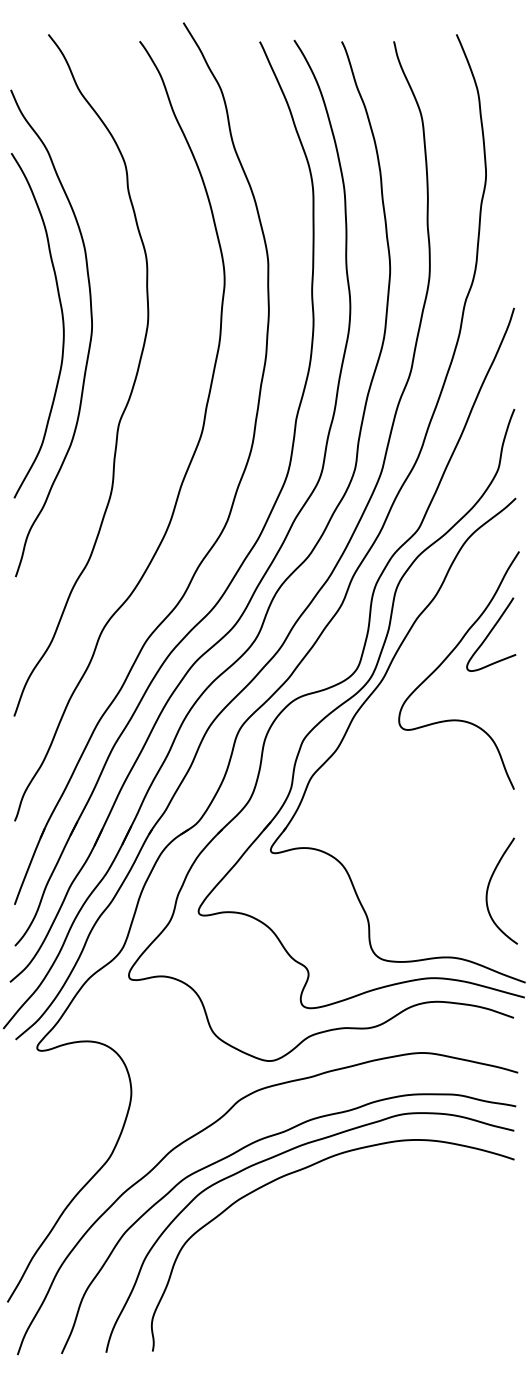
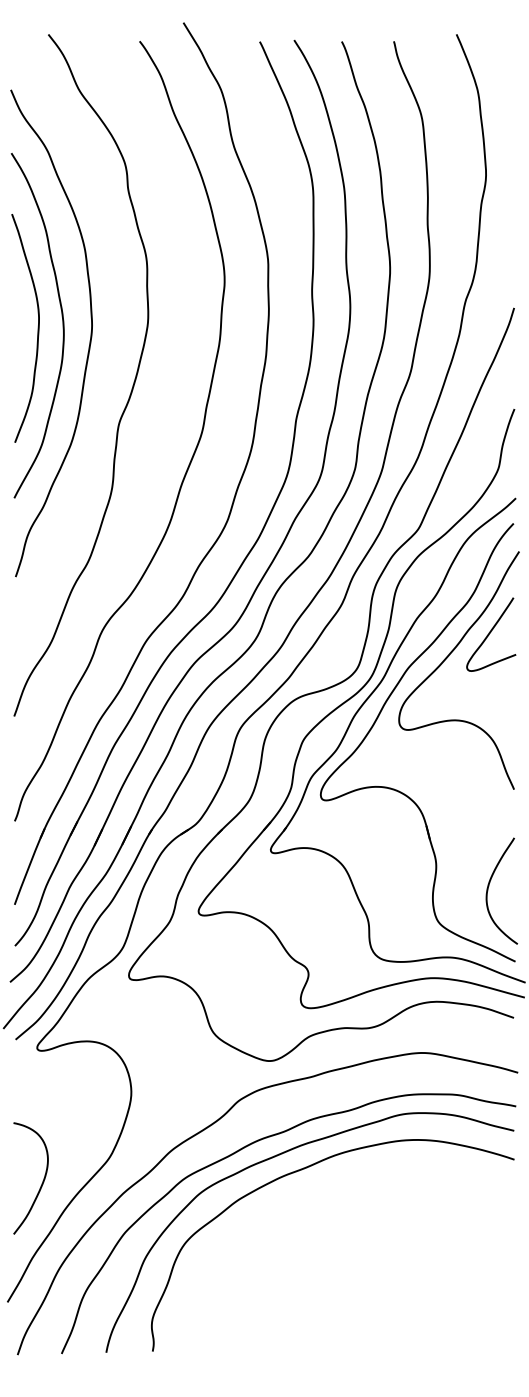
curve at (37, 328): none -> present
part at (378, 718): none -> present
curve at (41, 1183): none -> present
